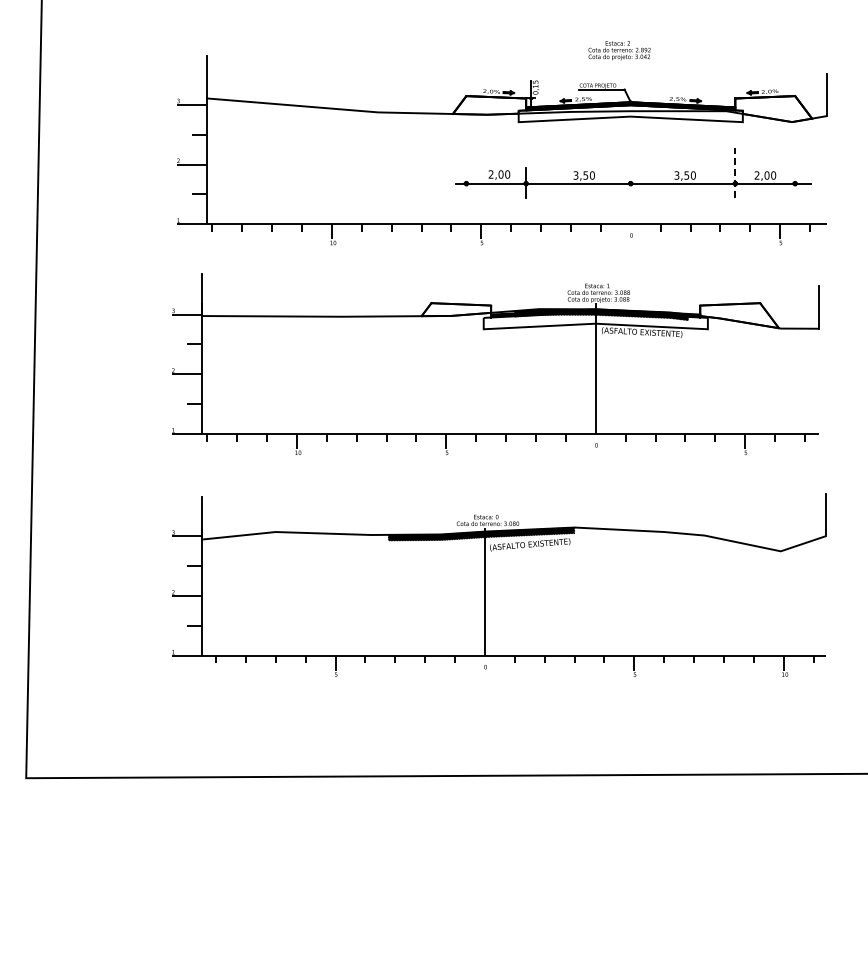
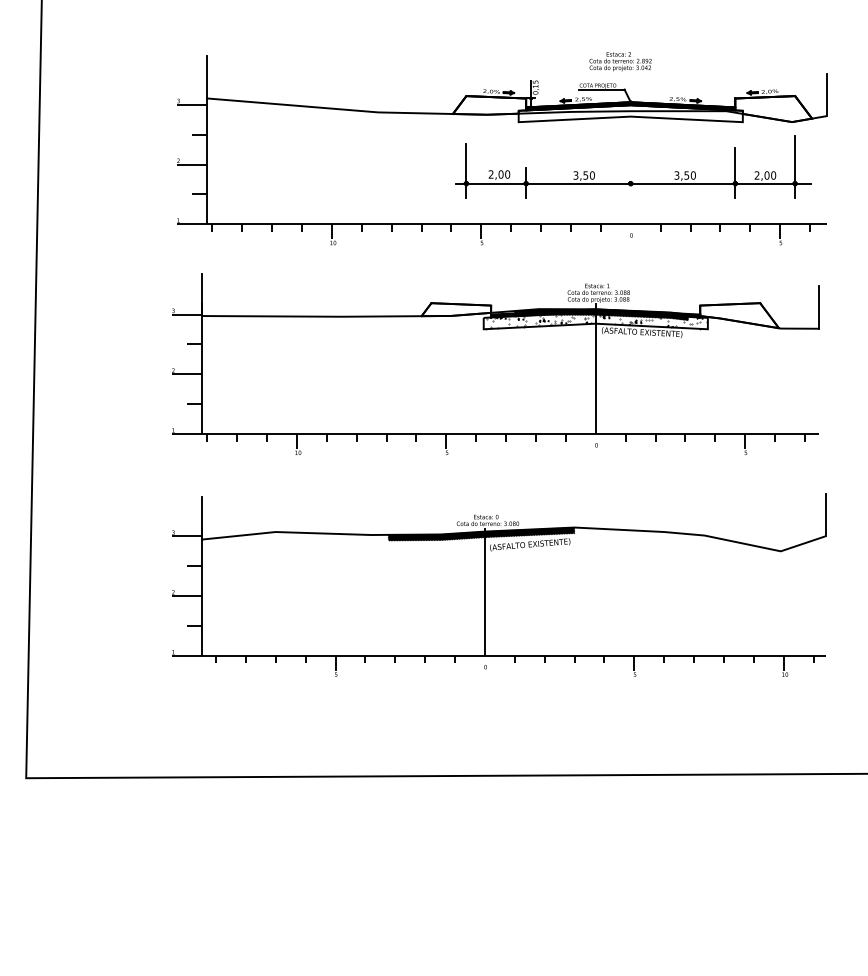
text at (619, 50) position: (619, 50) -> (620, 61)
line at (795, 167): none -> present
line at (466, 171): none -> present
line at (735, 172): dashed -> solid
hatch at (596, 320): none -> present
